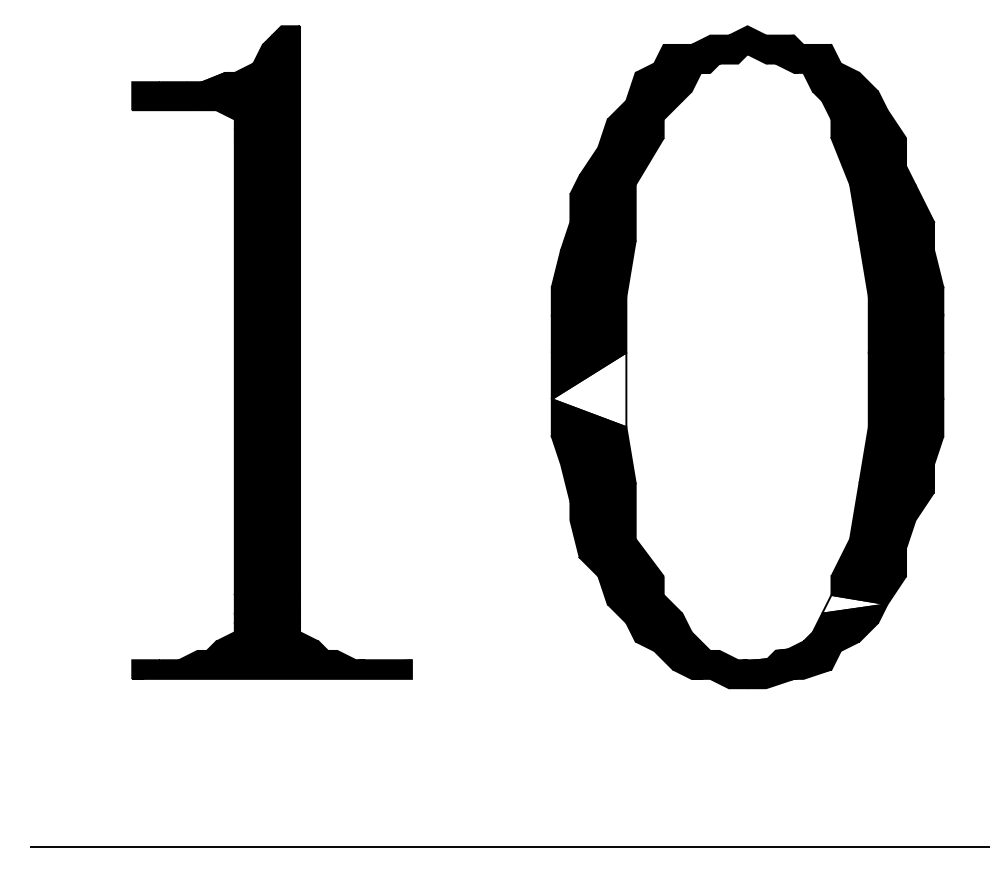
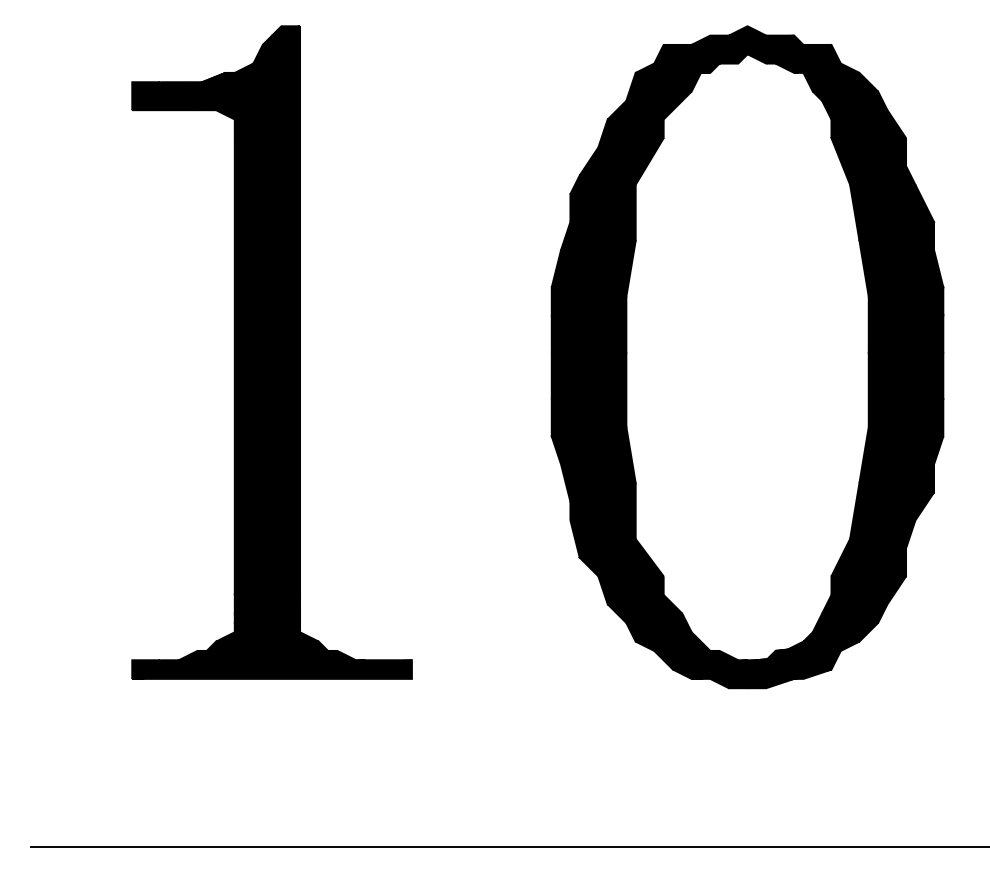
fill at (588, 389): none -> present
fill at (854, 603): none -> present
